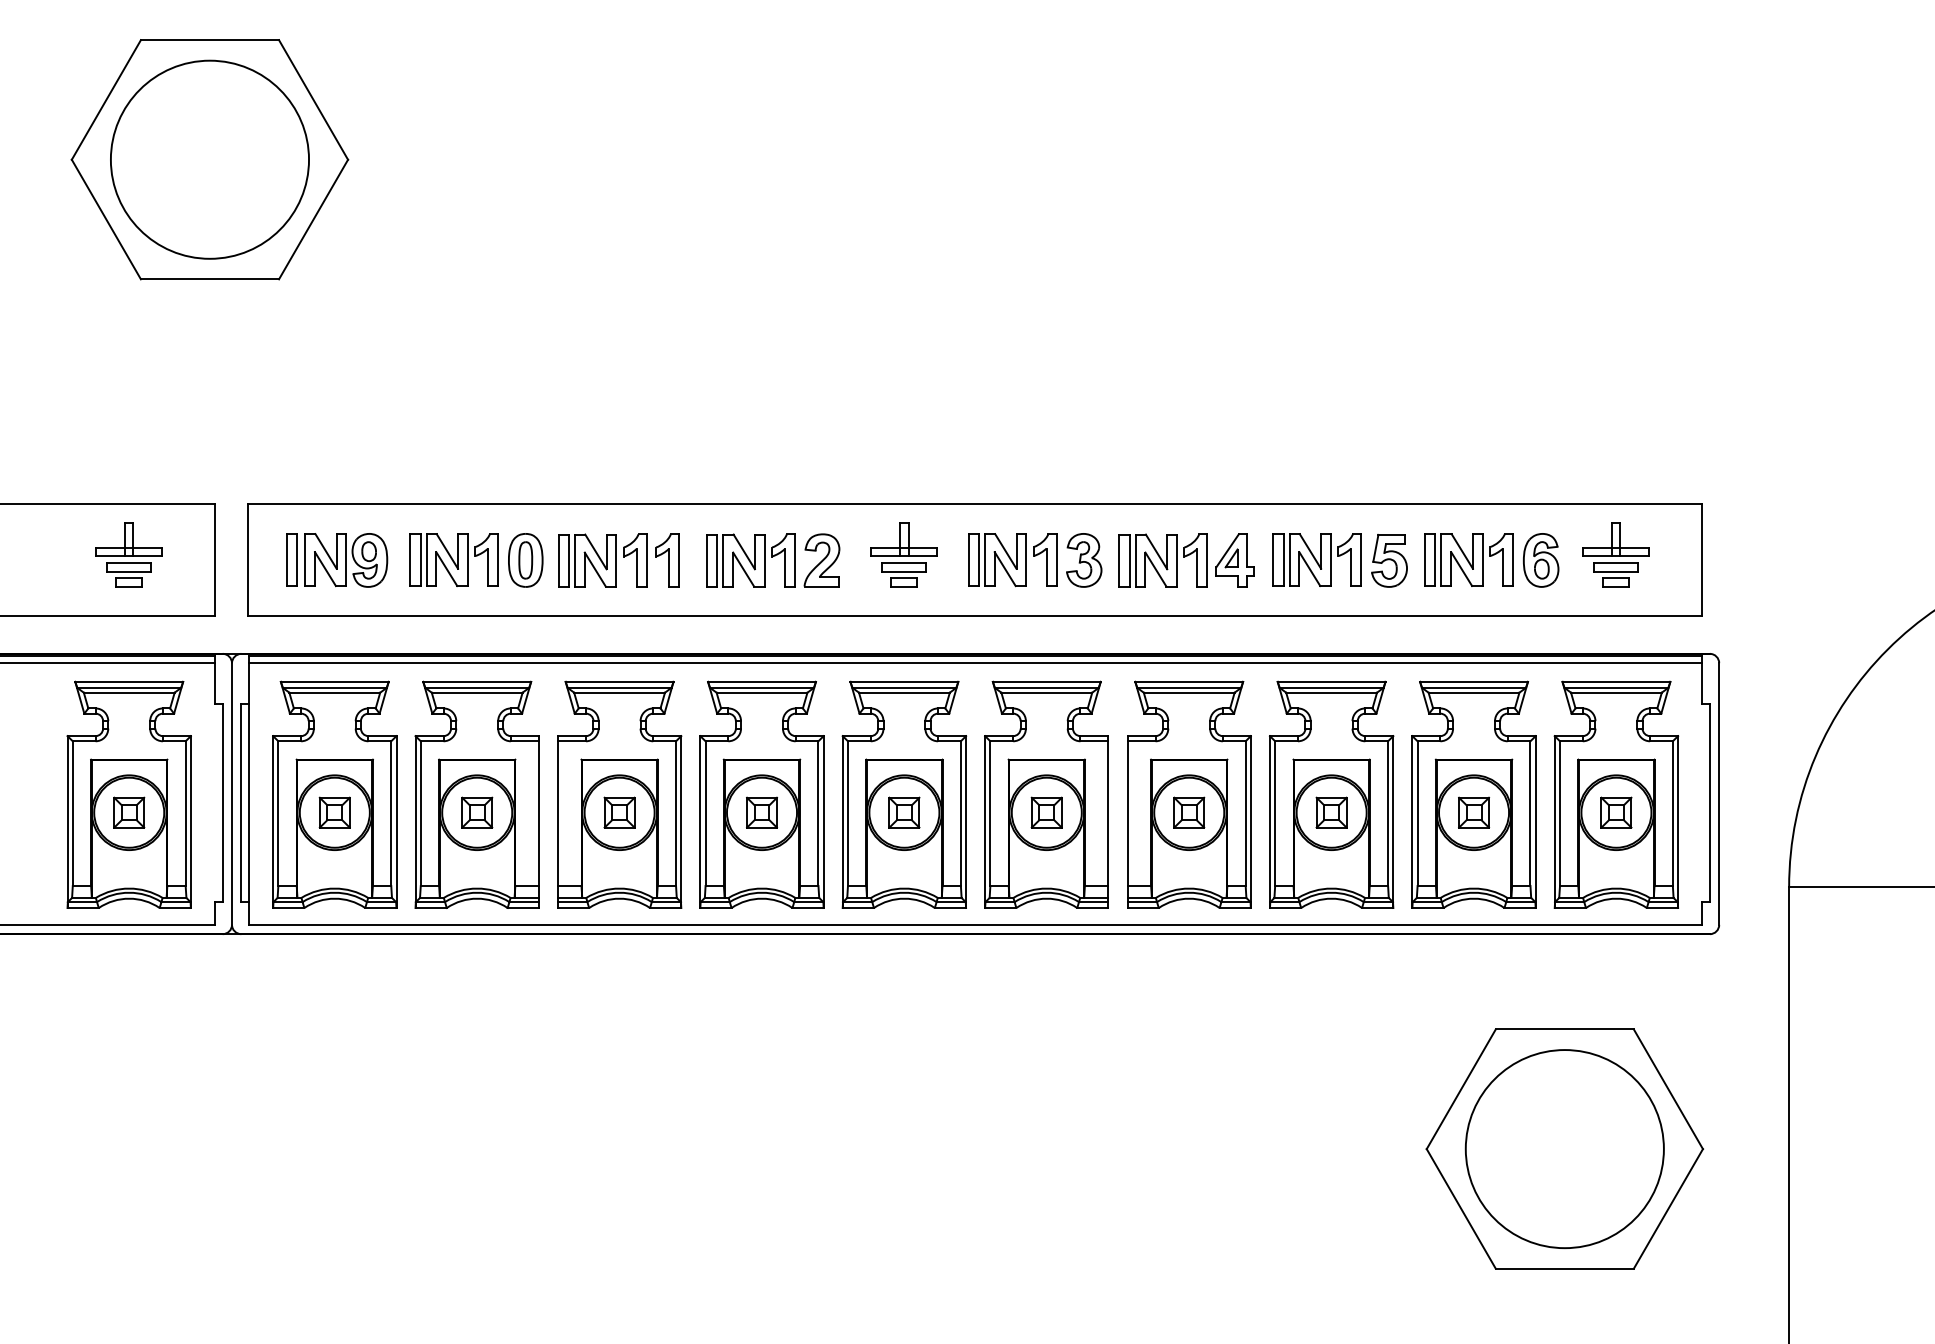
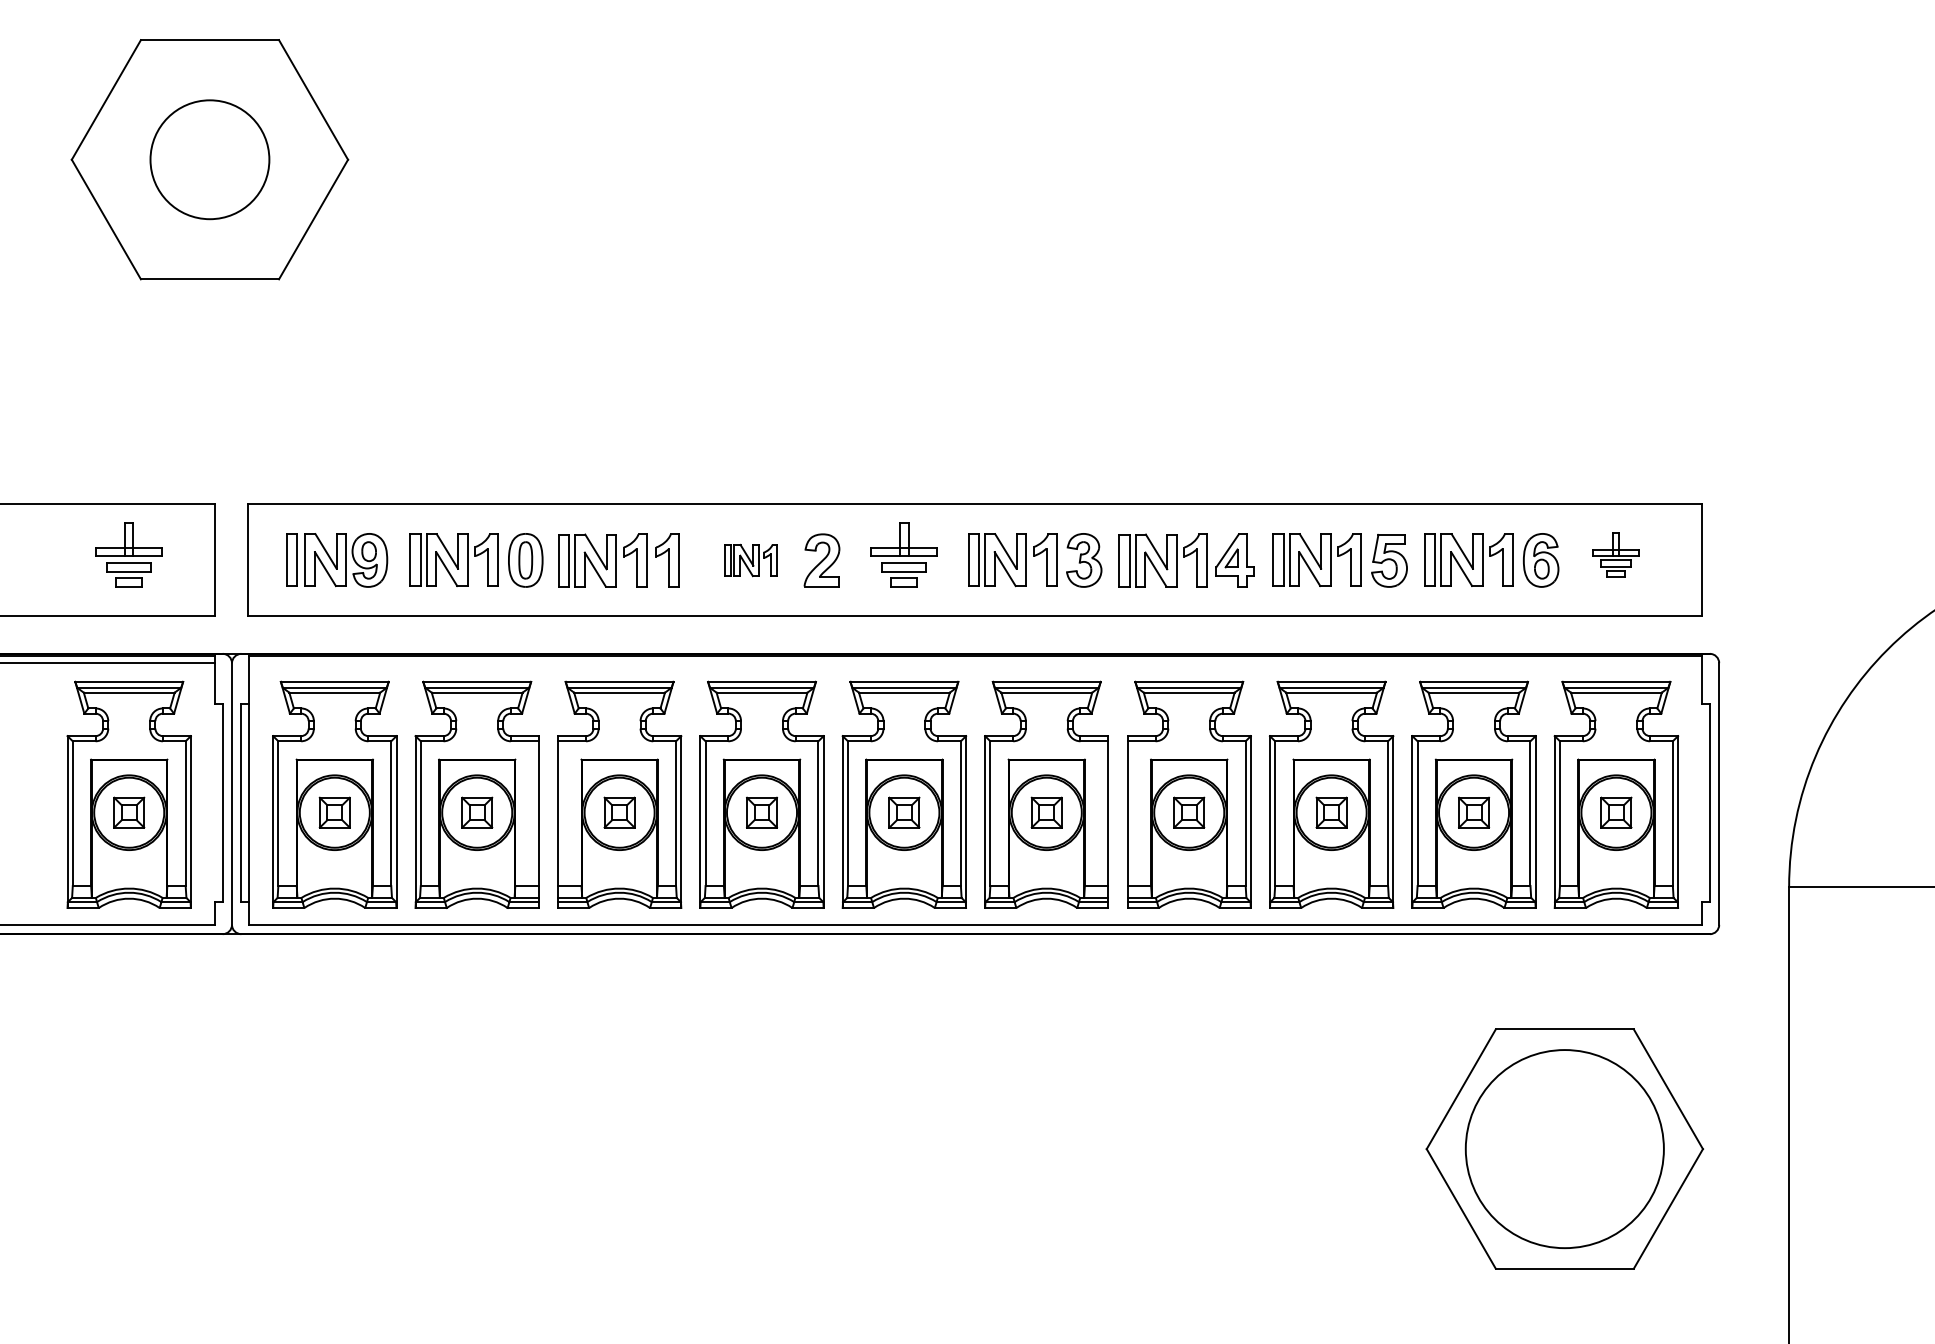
circle at (209, 159) diameter: 198 px -> 119 px
part at (1615, 554) size: 68x66 px -> 48x46 px
part at (750, 560) size: 90x55 px -> 54x35 px
line at (975, 663): present -> none
